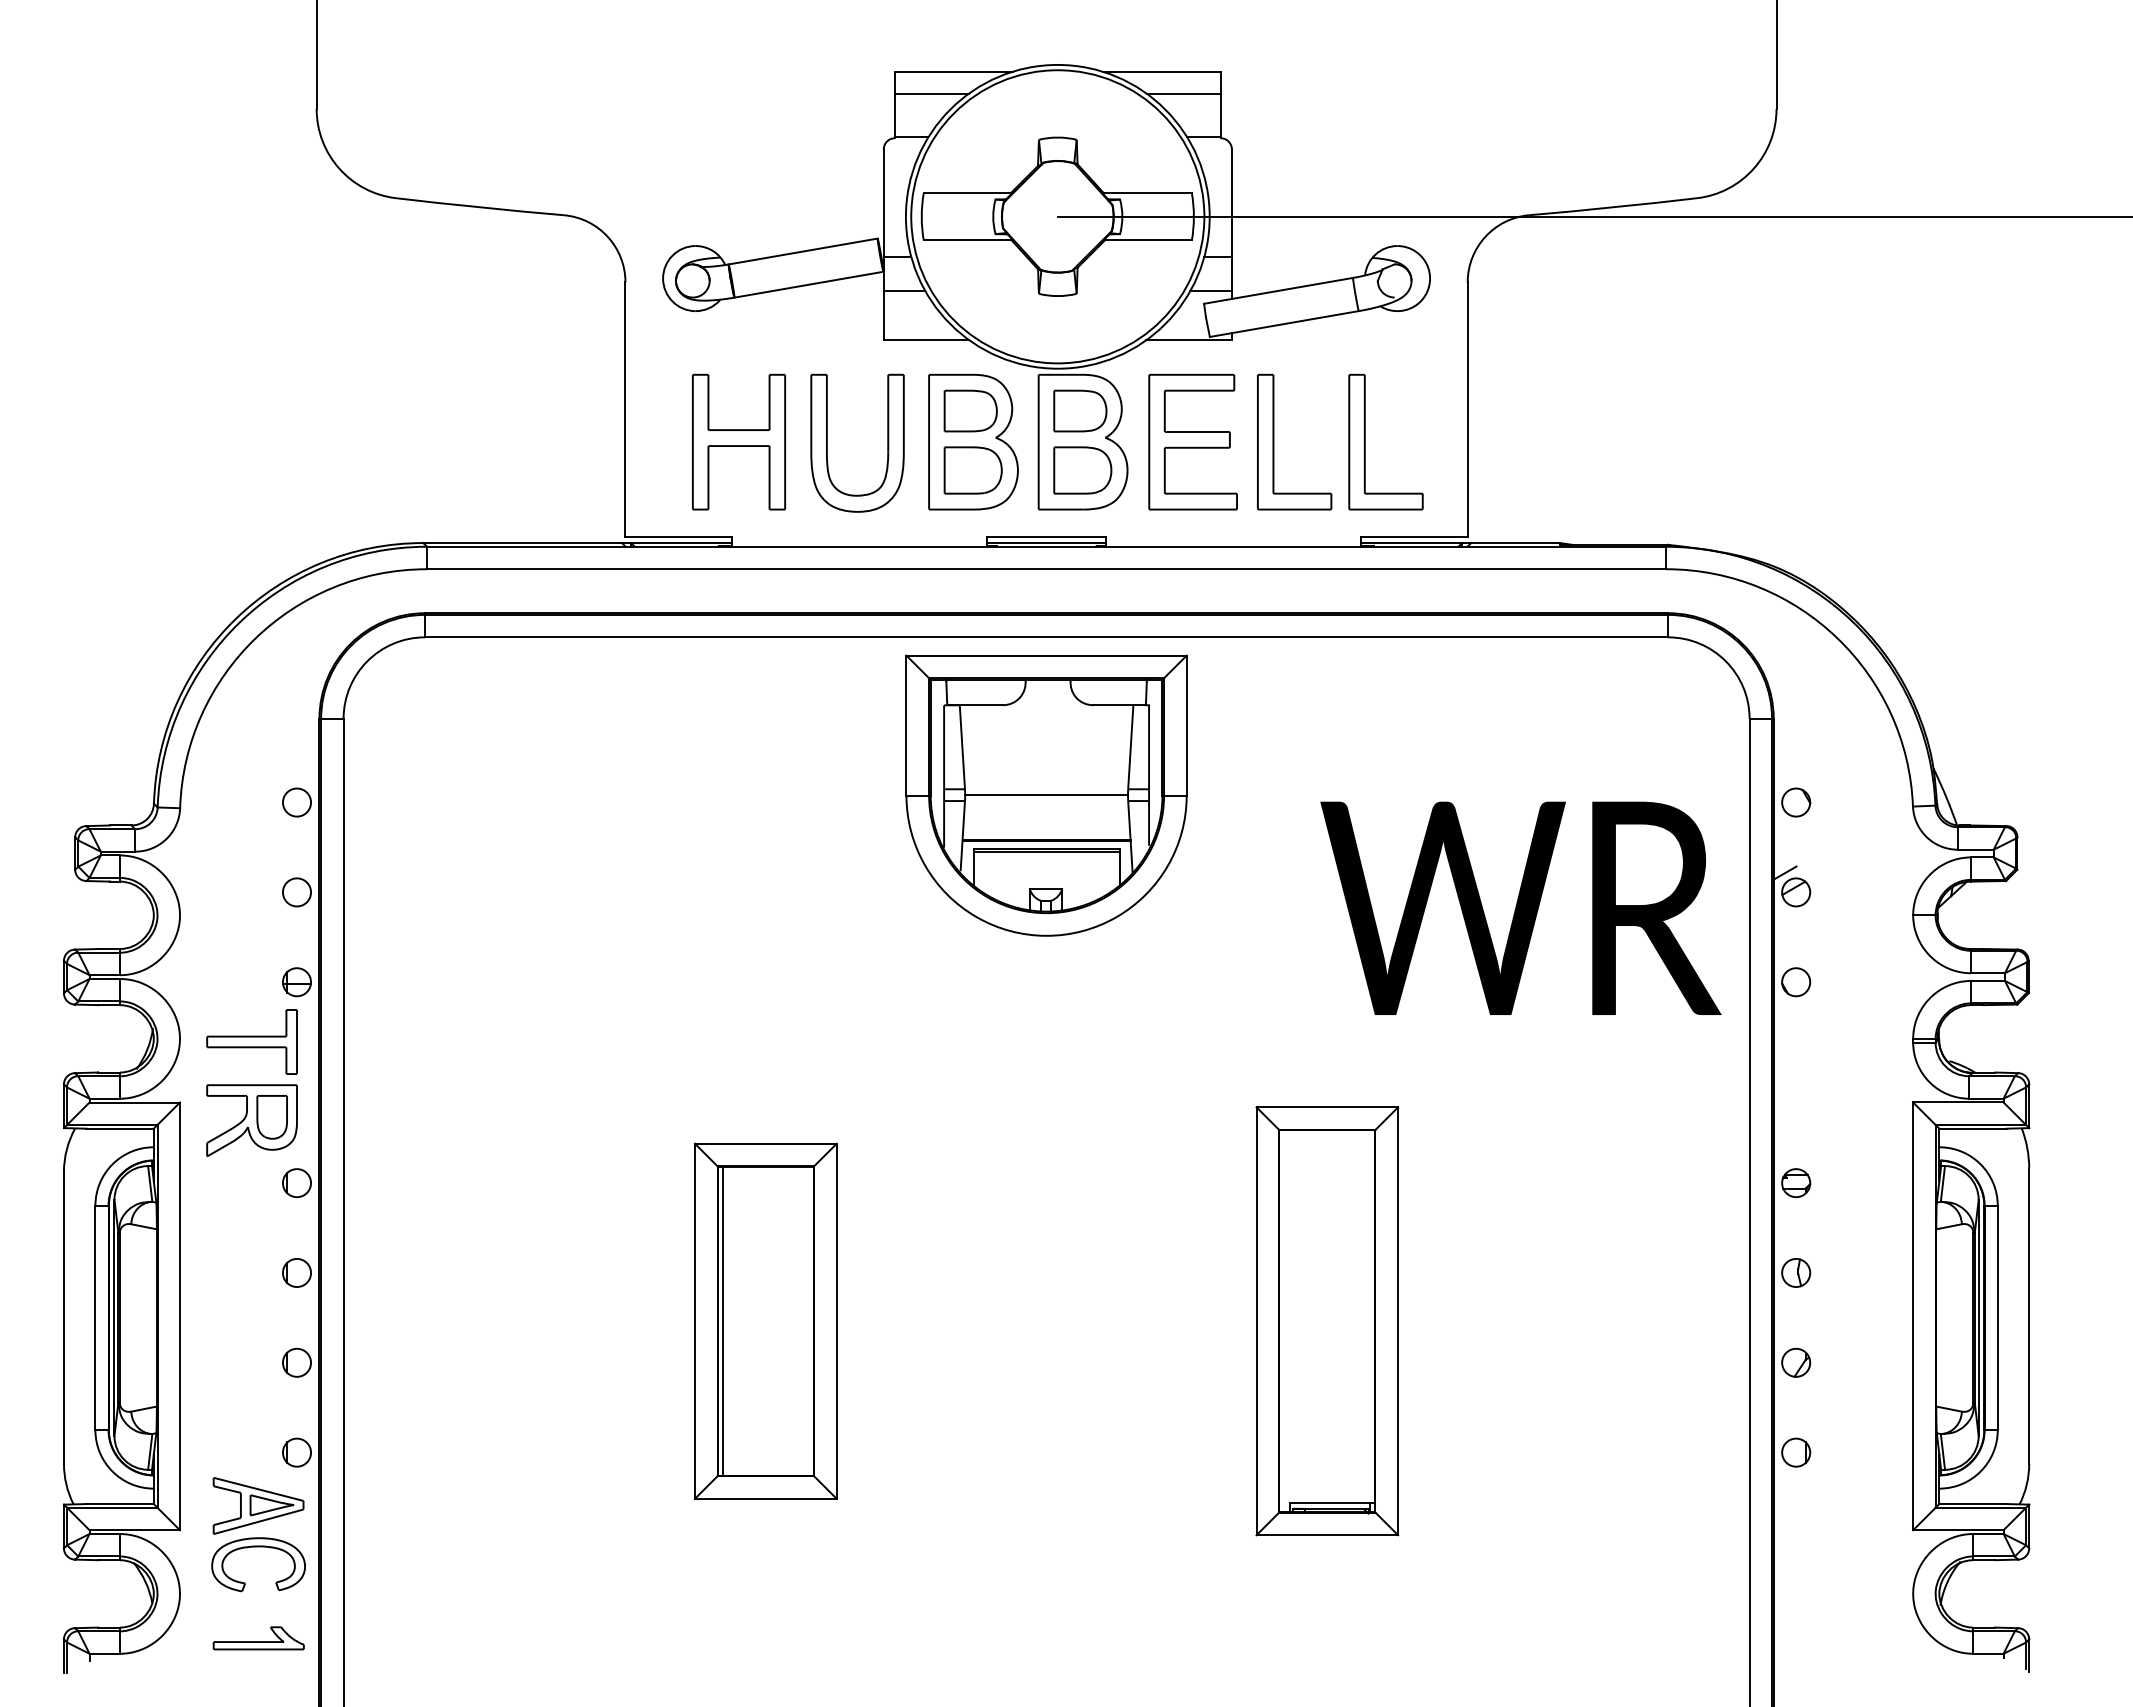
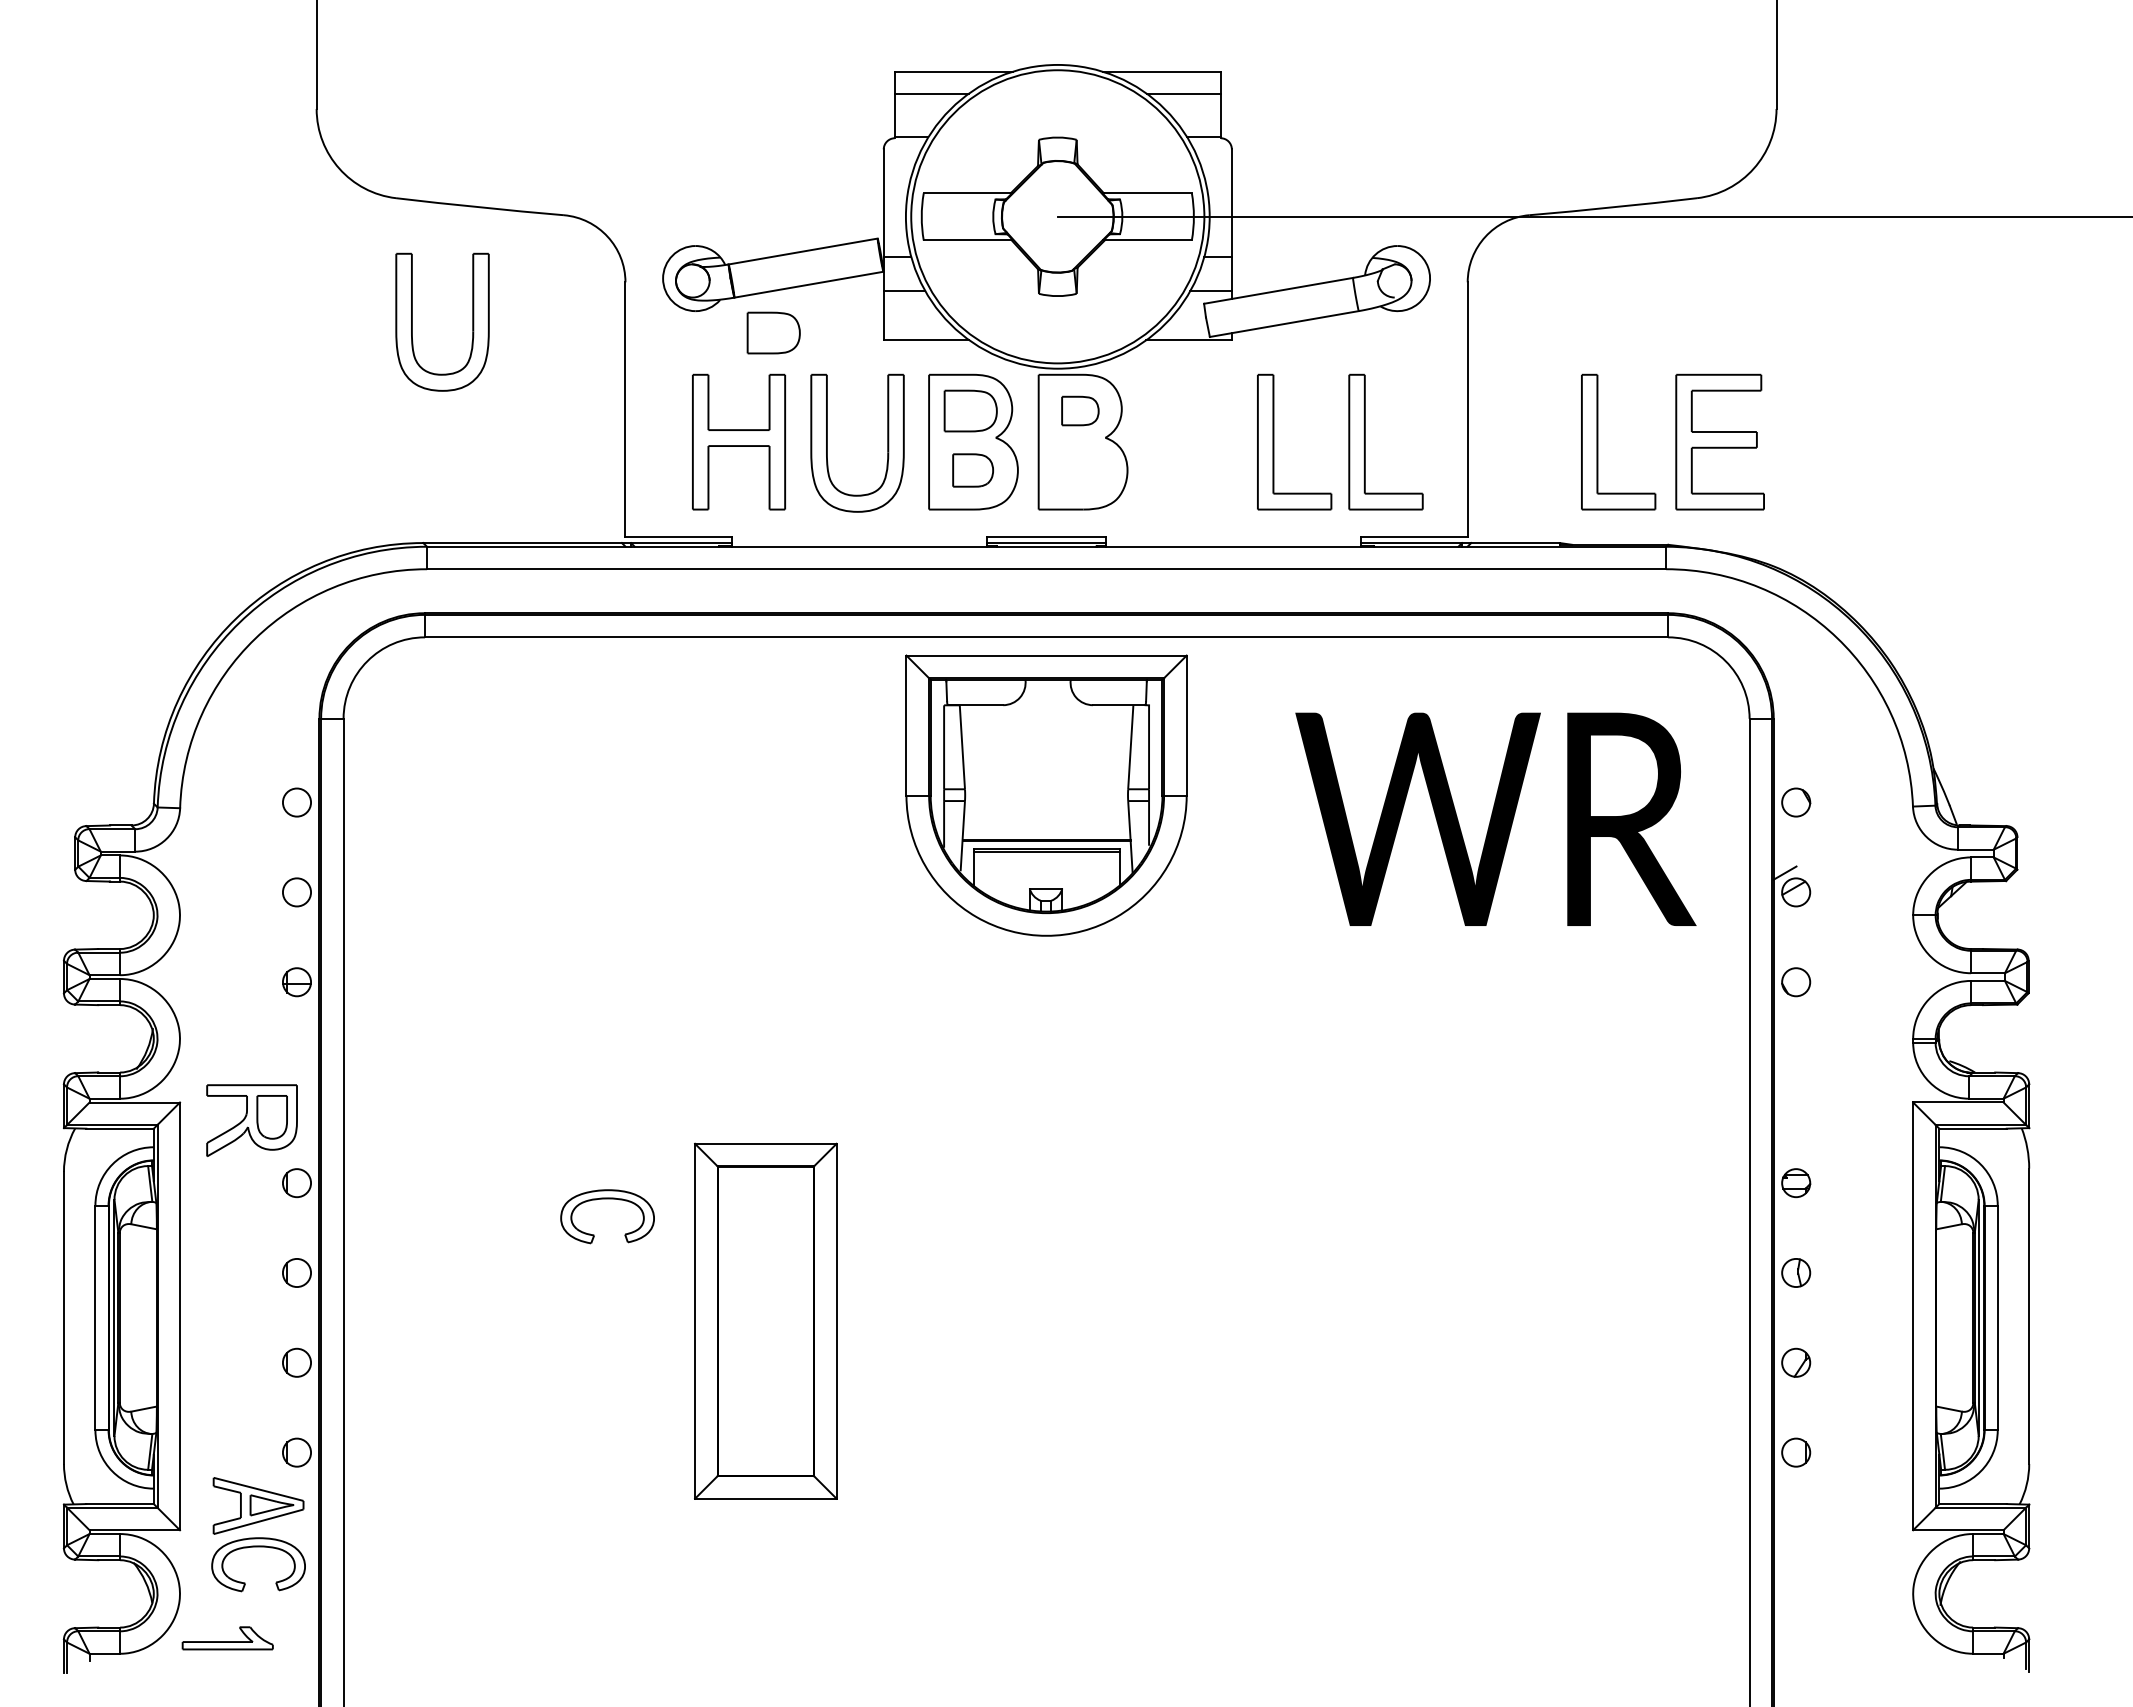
part at (412, 321): none -> present
part at (773, 332): none -> present
part at (1080, 410) size: 55x44 px -> 39x32 px
part at (1192, 441) position: (1192, 441) -> (1719, 441)
part at (1598, 441): none -> present
part at (972, 470) size: 60x49 px -> 43x35 px
part at (1082, 470): present -> none
line at (1046, 795): present -> none
text at (1520, 907) position: (1520, 907) -> (1495, 818)
part at (251, 1041): present -> none
part at (607, 1199): none -> present
line at (722, 1320): present -> none
part at (1327, 1321): present -> none
part at (258, 1638) position: (258, 1638) -> (227, 1638)
